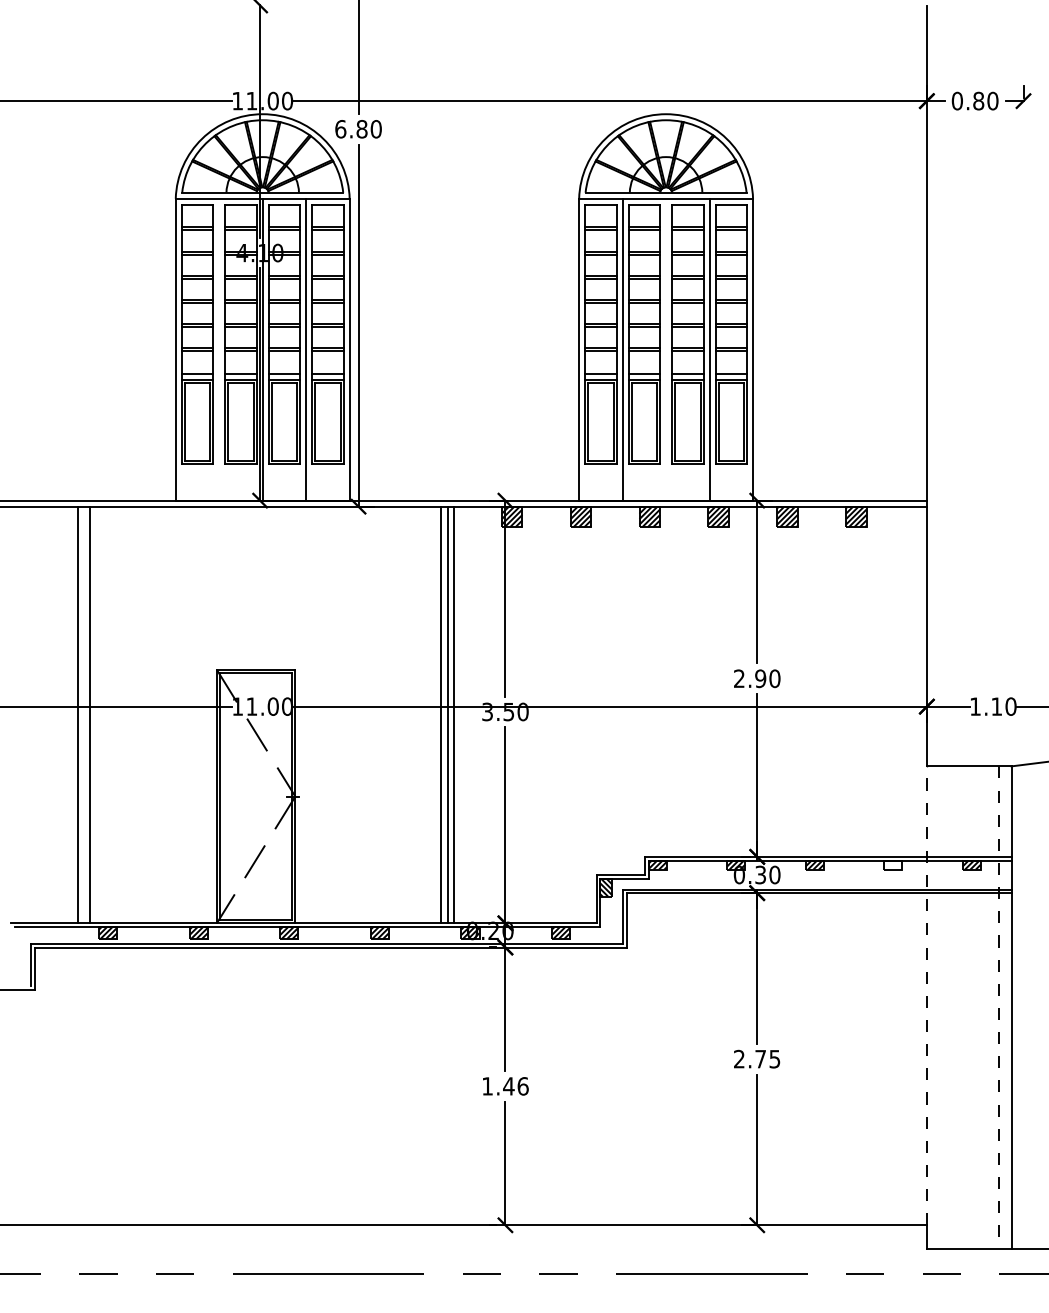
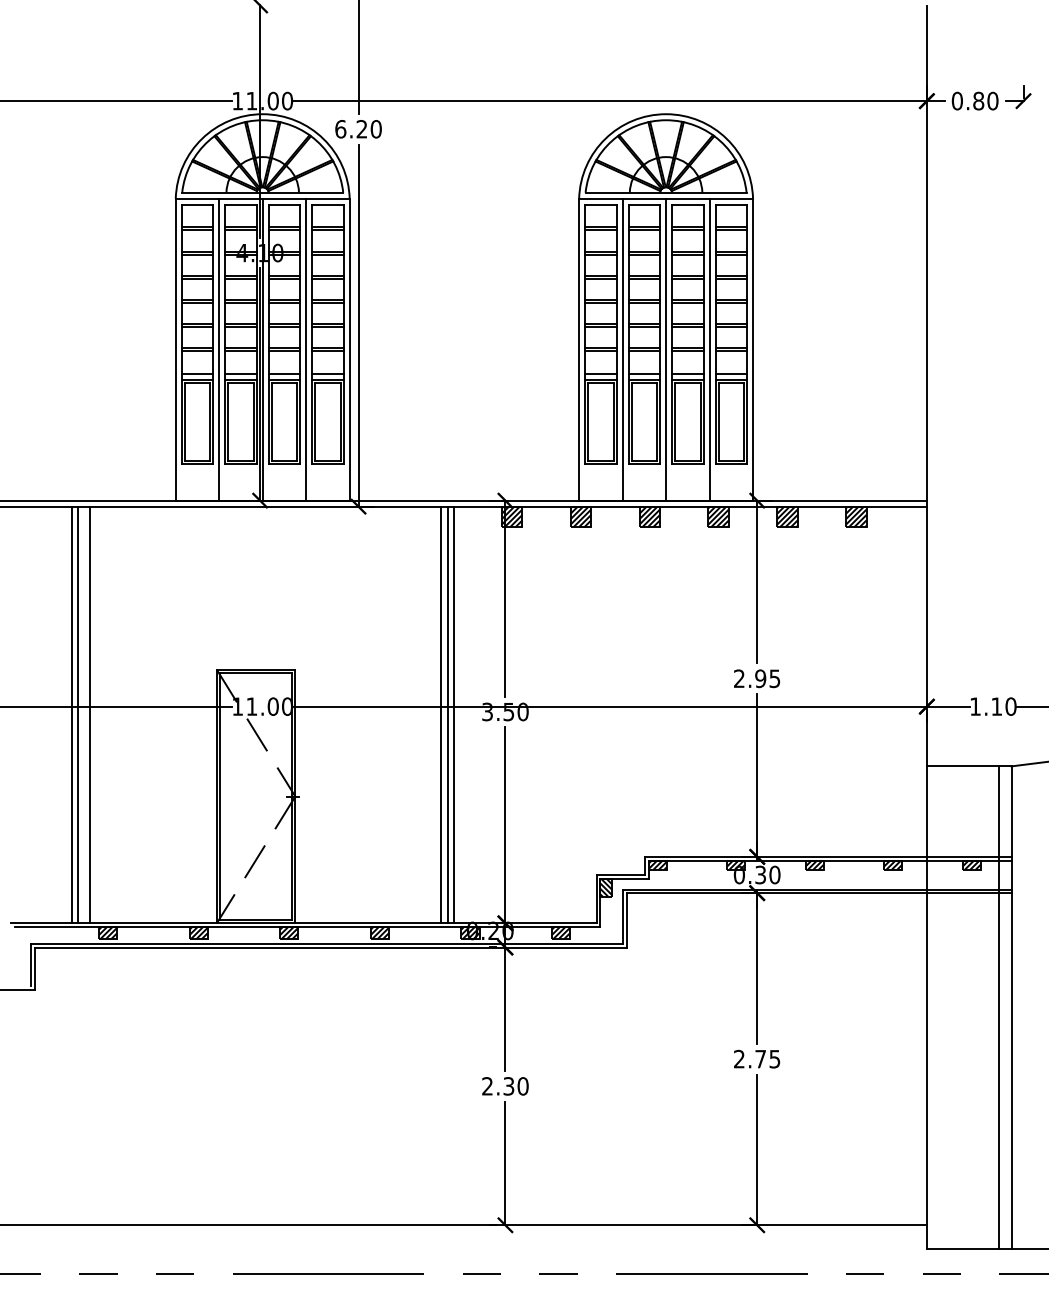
text at (361, 129): 6.80 -> 6.20
line at (219, 349): none -> present
line at (666, 349): none -> present
text at (774, 678): 2.90 -> 2.95
line at (71, 714): none -> present
hatch at (893, 864): none -> present
line at (926, 995): dashed -> solid
line at (999, 1007): dashed -> solid
text at (505, 1086): 1.46 -> 2.30
